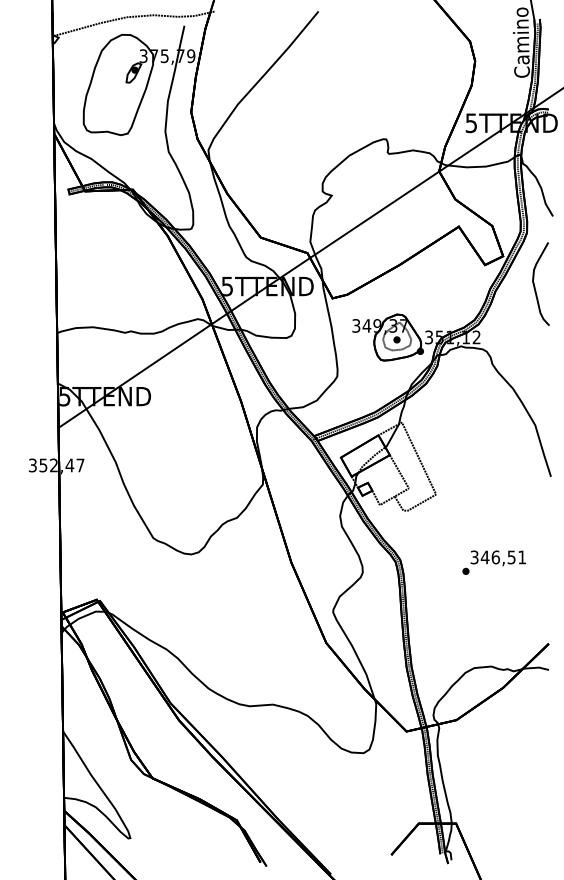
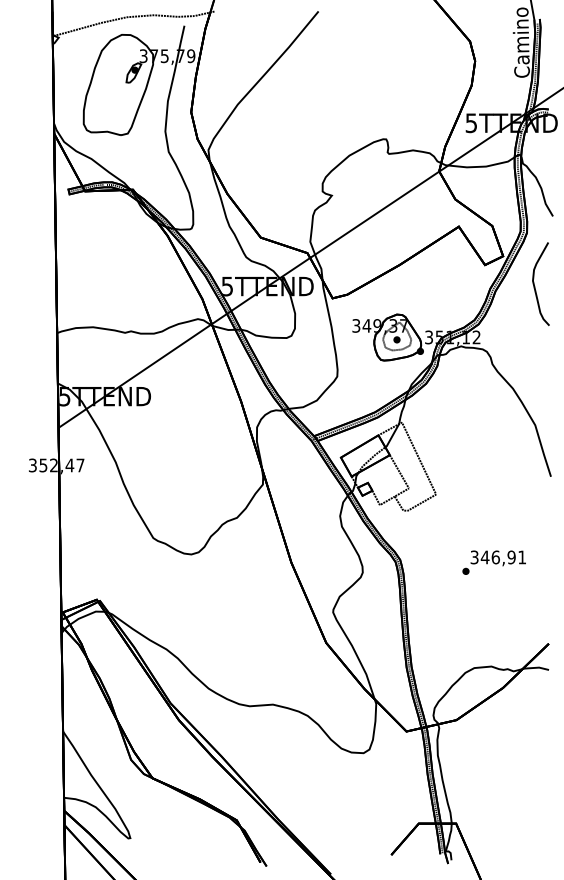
text at (511, 557): 346,51 -> 346,91
